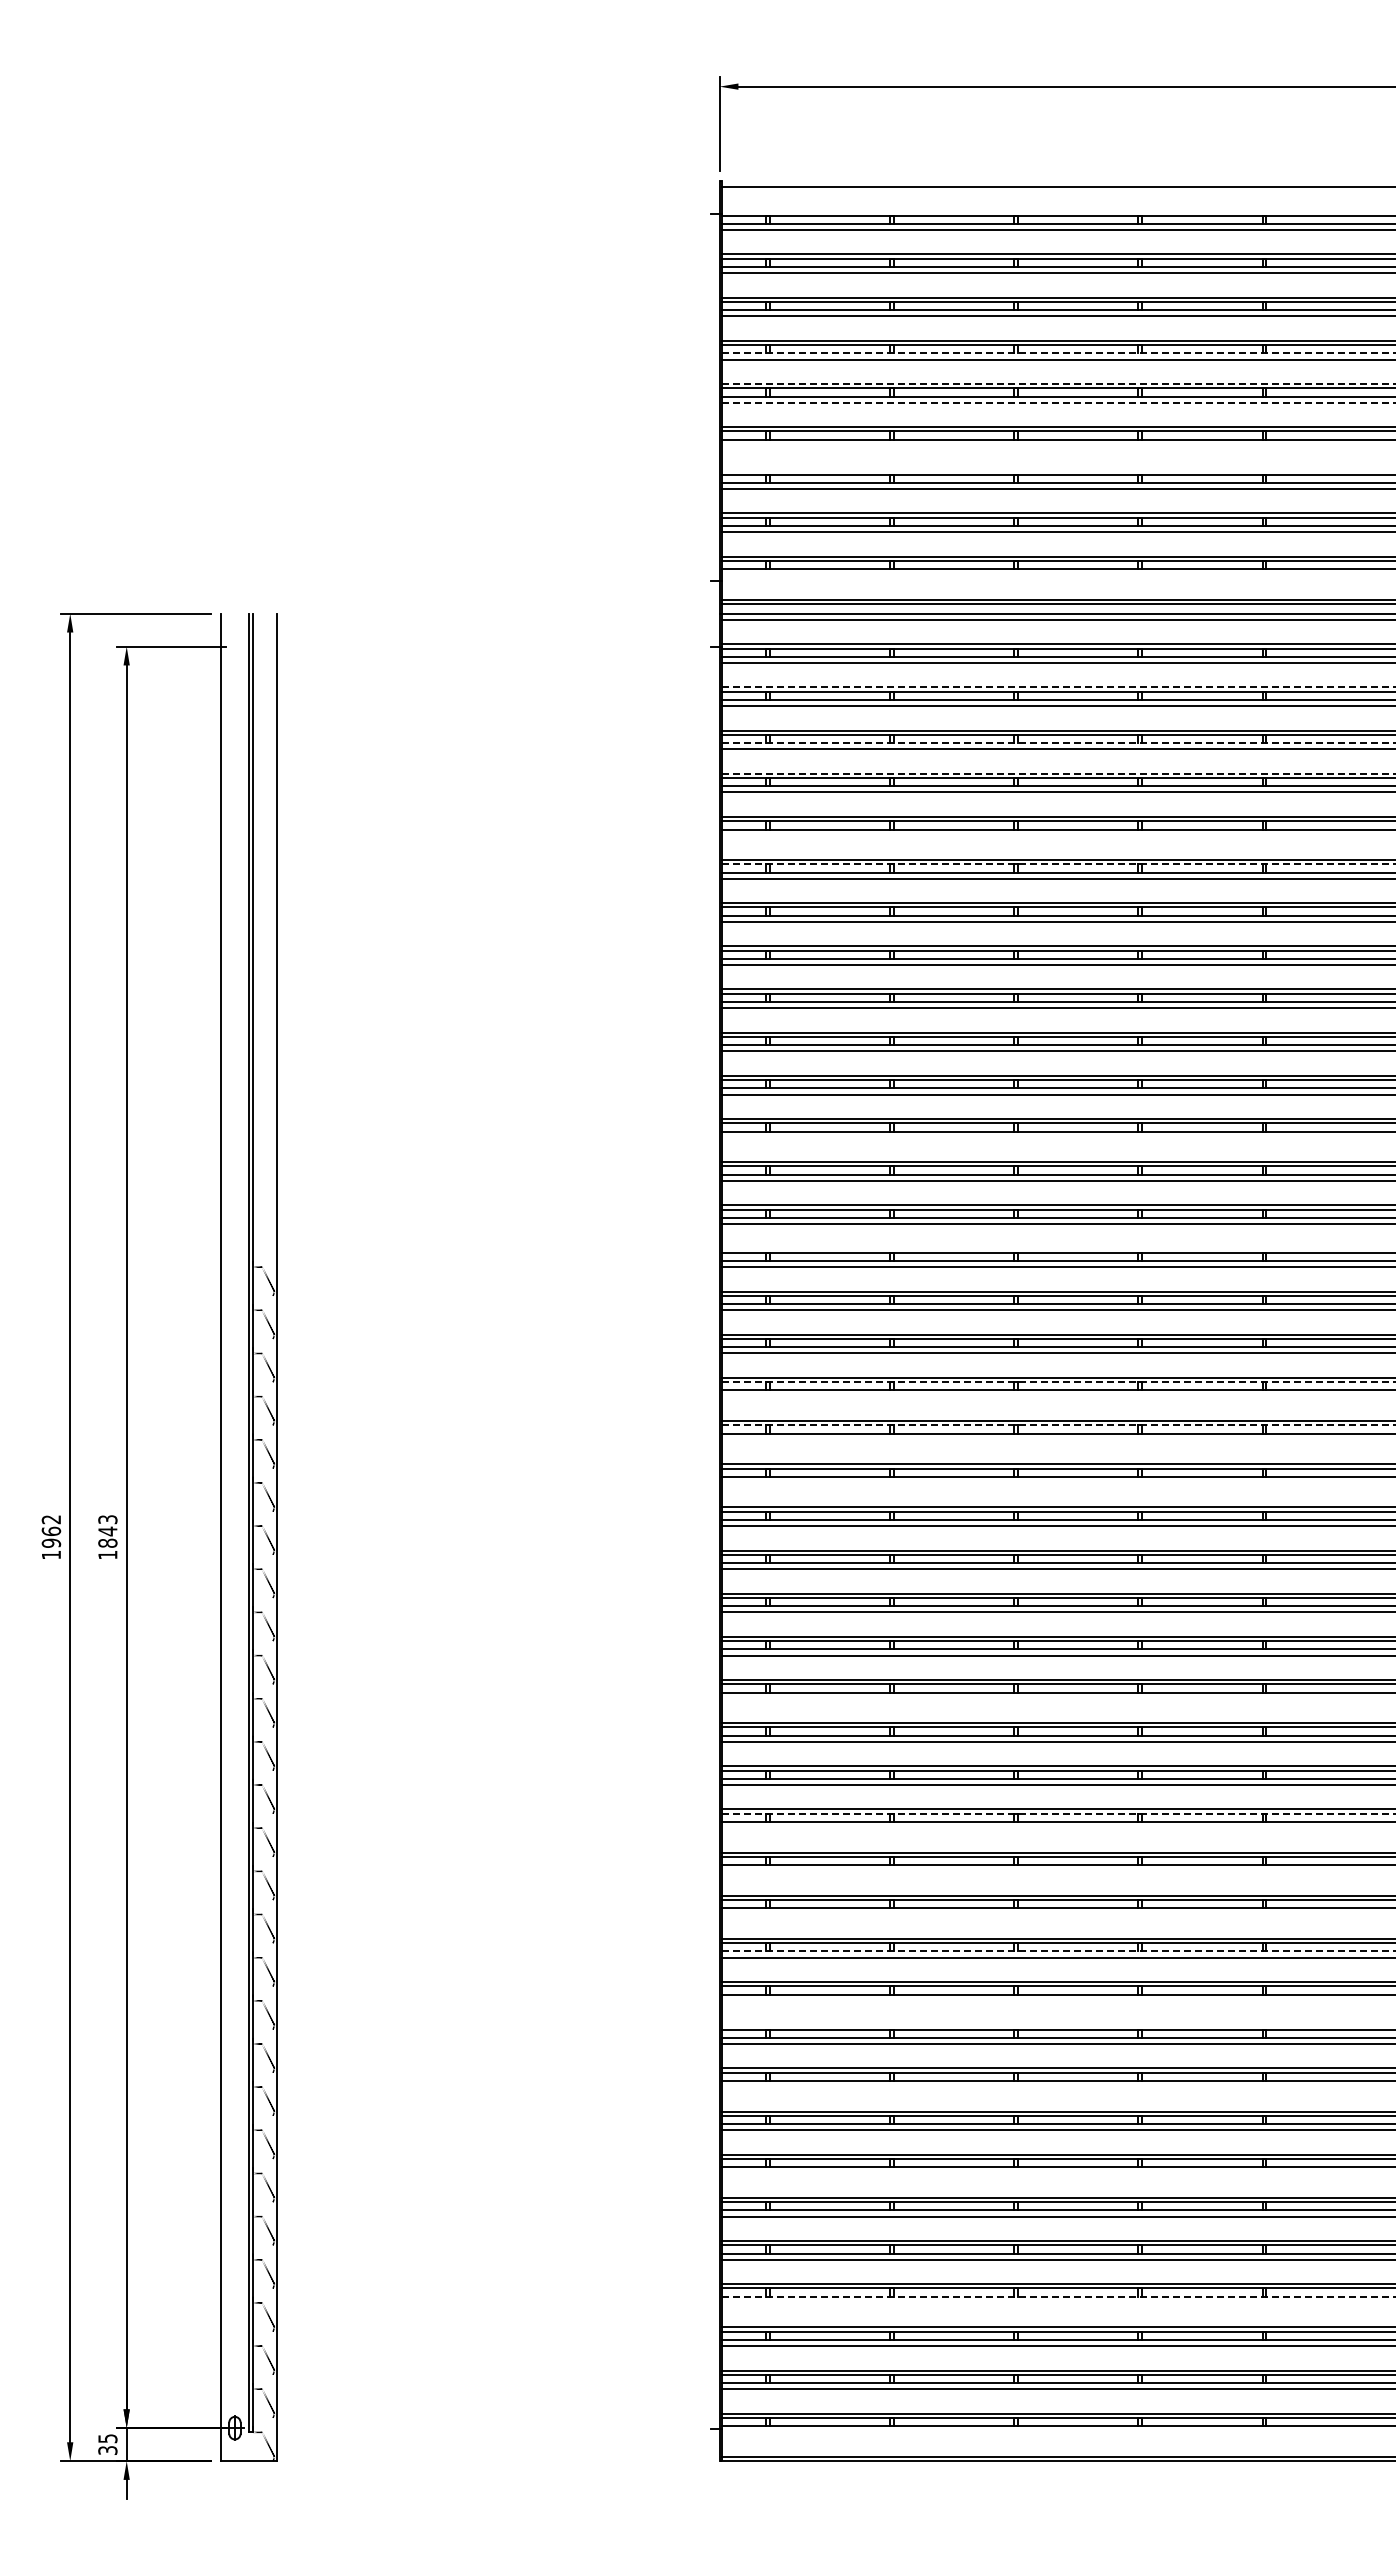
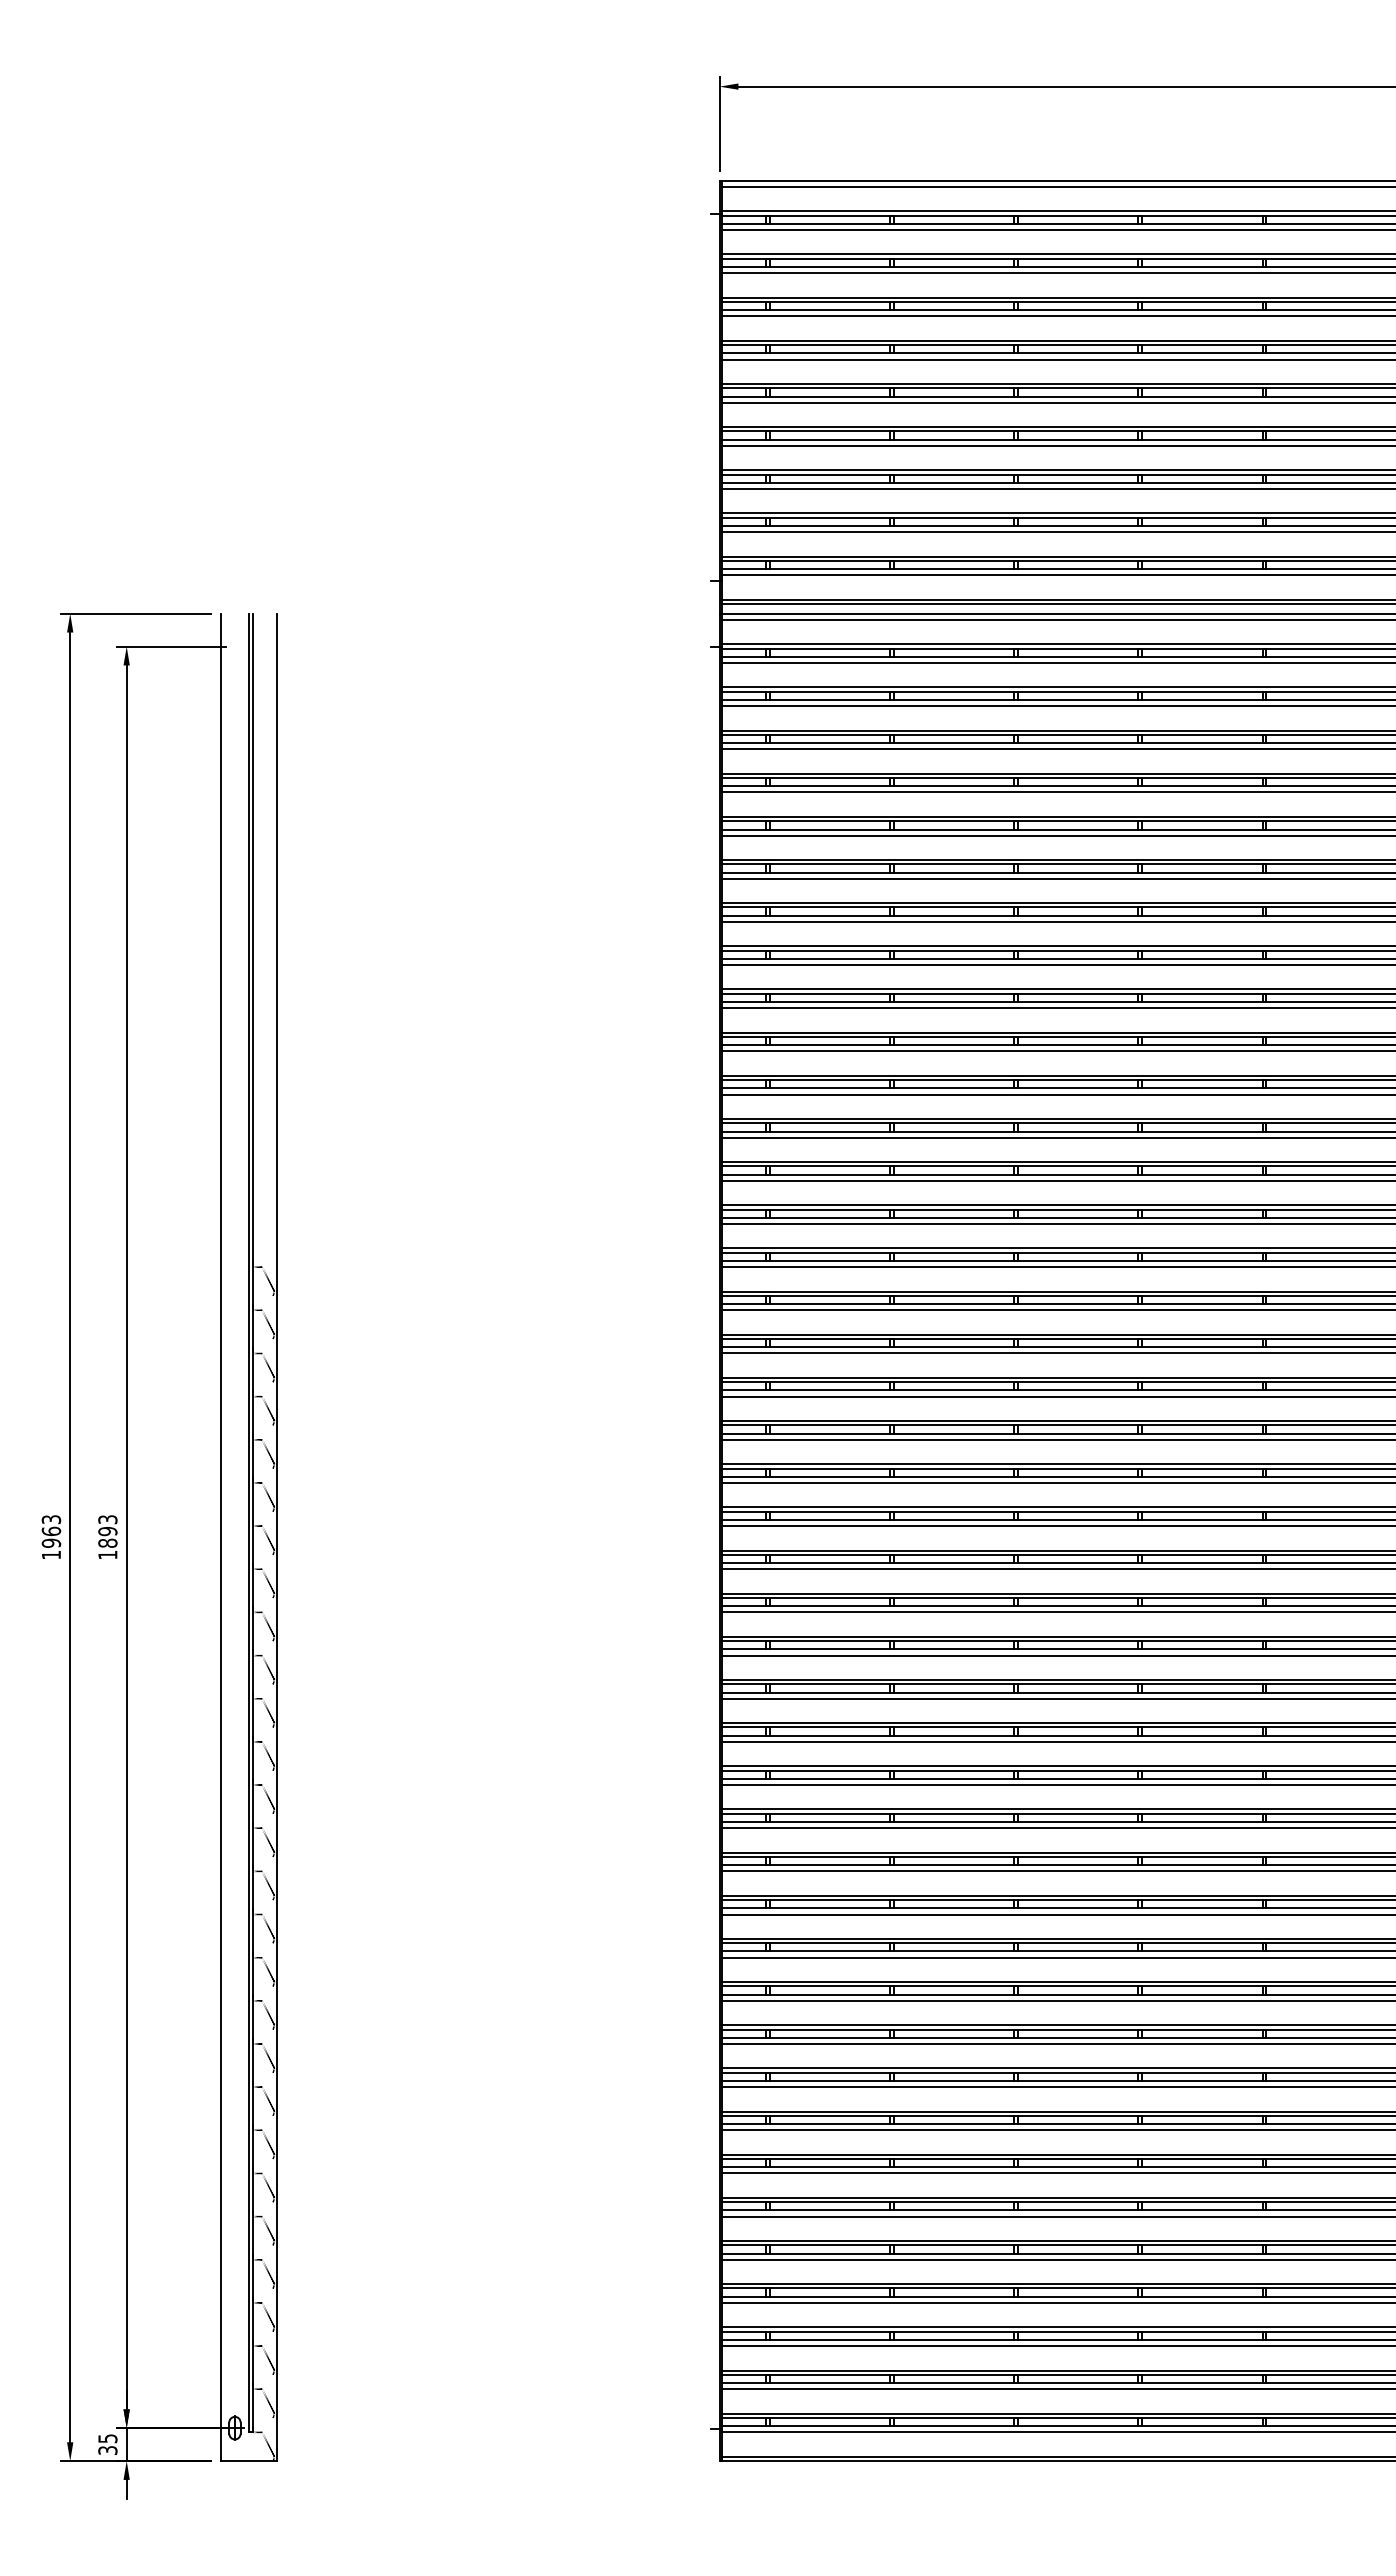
line at (1057, 180): none -> present
line at (1057, 211): none -> present
line at (1059, 353): dashed -> solid
line at (1059, 383): dashed -> solid
line at (1059, 402): dashed -> solid
line at (1057, 445): none -> present
line at (1057, 470): none -> present
line at (1057, 575): none -> present
line at (1059, 687): dashed -> solid
line at (1059, 743): dashed -> solid
line at (1059, 773): dashed -> solid
line at (1057, 835): none -> present
line at (1059, 864): dashed -> solid
line at (1057, 1137): none -> present
line at (1057, 1248): none -> present
line at (1059, 1382): dashed -> solid
line at (1057, 1396): none -> present
line at (1059, 1425): dashed -> solid
line at (1057, 1439): none -> present
line at (1057, 1482): none -> present
text at (51, 1519): 1962 -> 1963
text at (107, 1531): 1843 -> 1893
line at (1057, 1698): none -> present
line at (1059, 1813): dashed -> solid
line at (1057, 1828): none -> present
line at (1057, 1871): none -> present
line at (1057, 1914): none -> present
line at (1059, 1951): dashed -> solid
line at (1057, 2000): none -> present
line at (1057, 2025): none -> present
line at (1057, 2087): none -> present
line at (1057, 2173): none -> present
line at (1059, 2296): dashed -> solid
line at (1057, 2302): none -> present
line at (1057, 2432): none -> present
